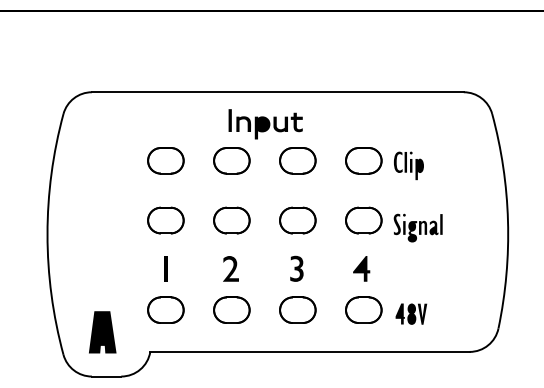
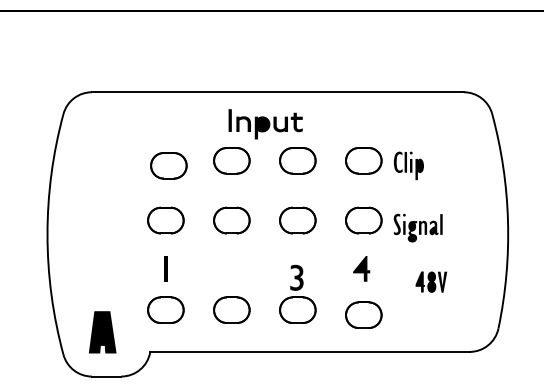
part at (165, 160) position: (165, 160) -> (168, 165)
fill at (230, 268): present -> none
part at (296, 268) position: (296, 268) -> (296, 277)
part at (363, 309) position: (363, 309) -> (363, 314)
part at (411, 313) position: (411, 313) -> (431, 281)
